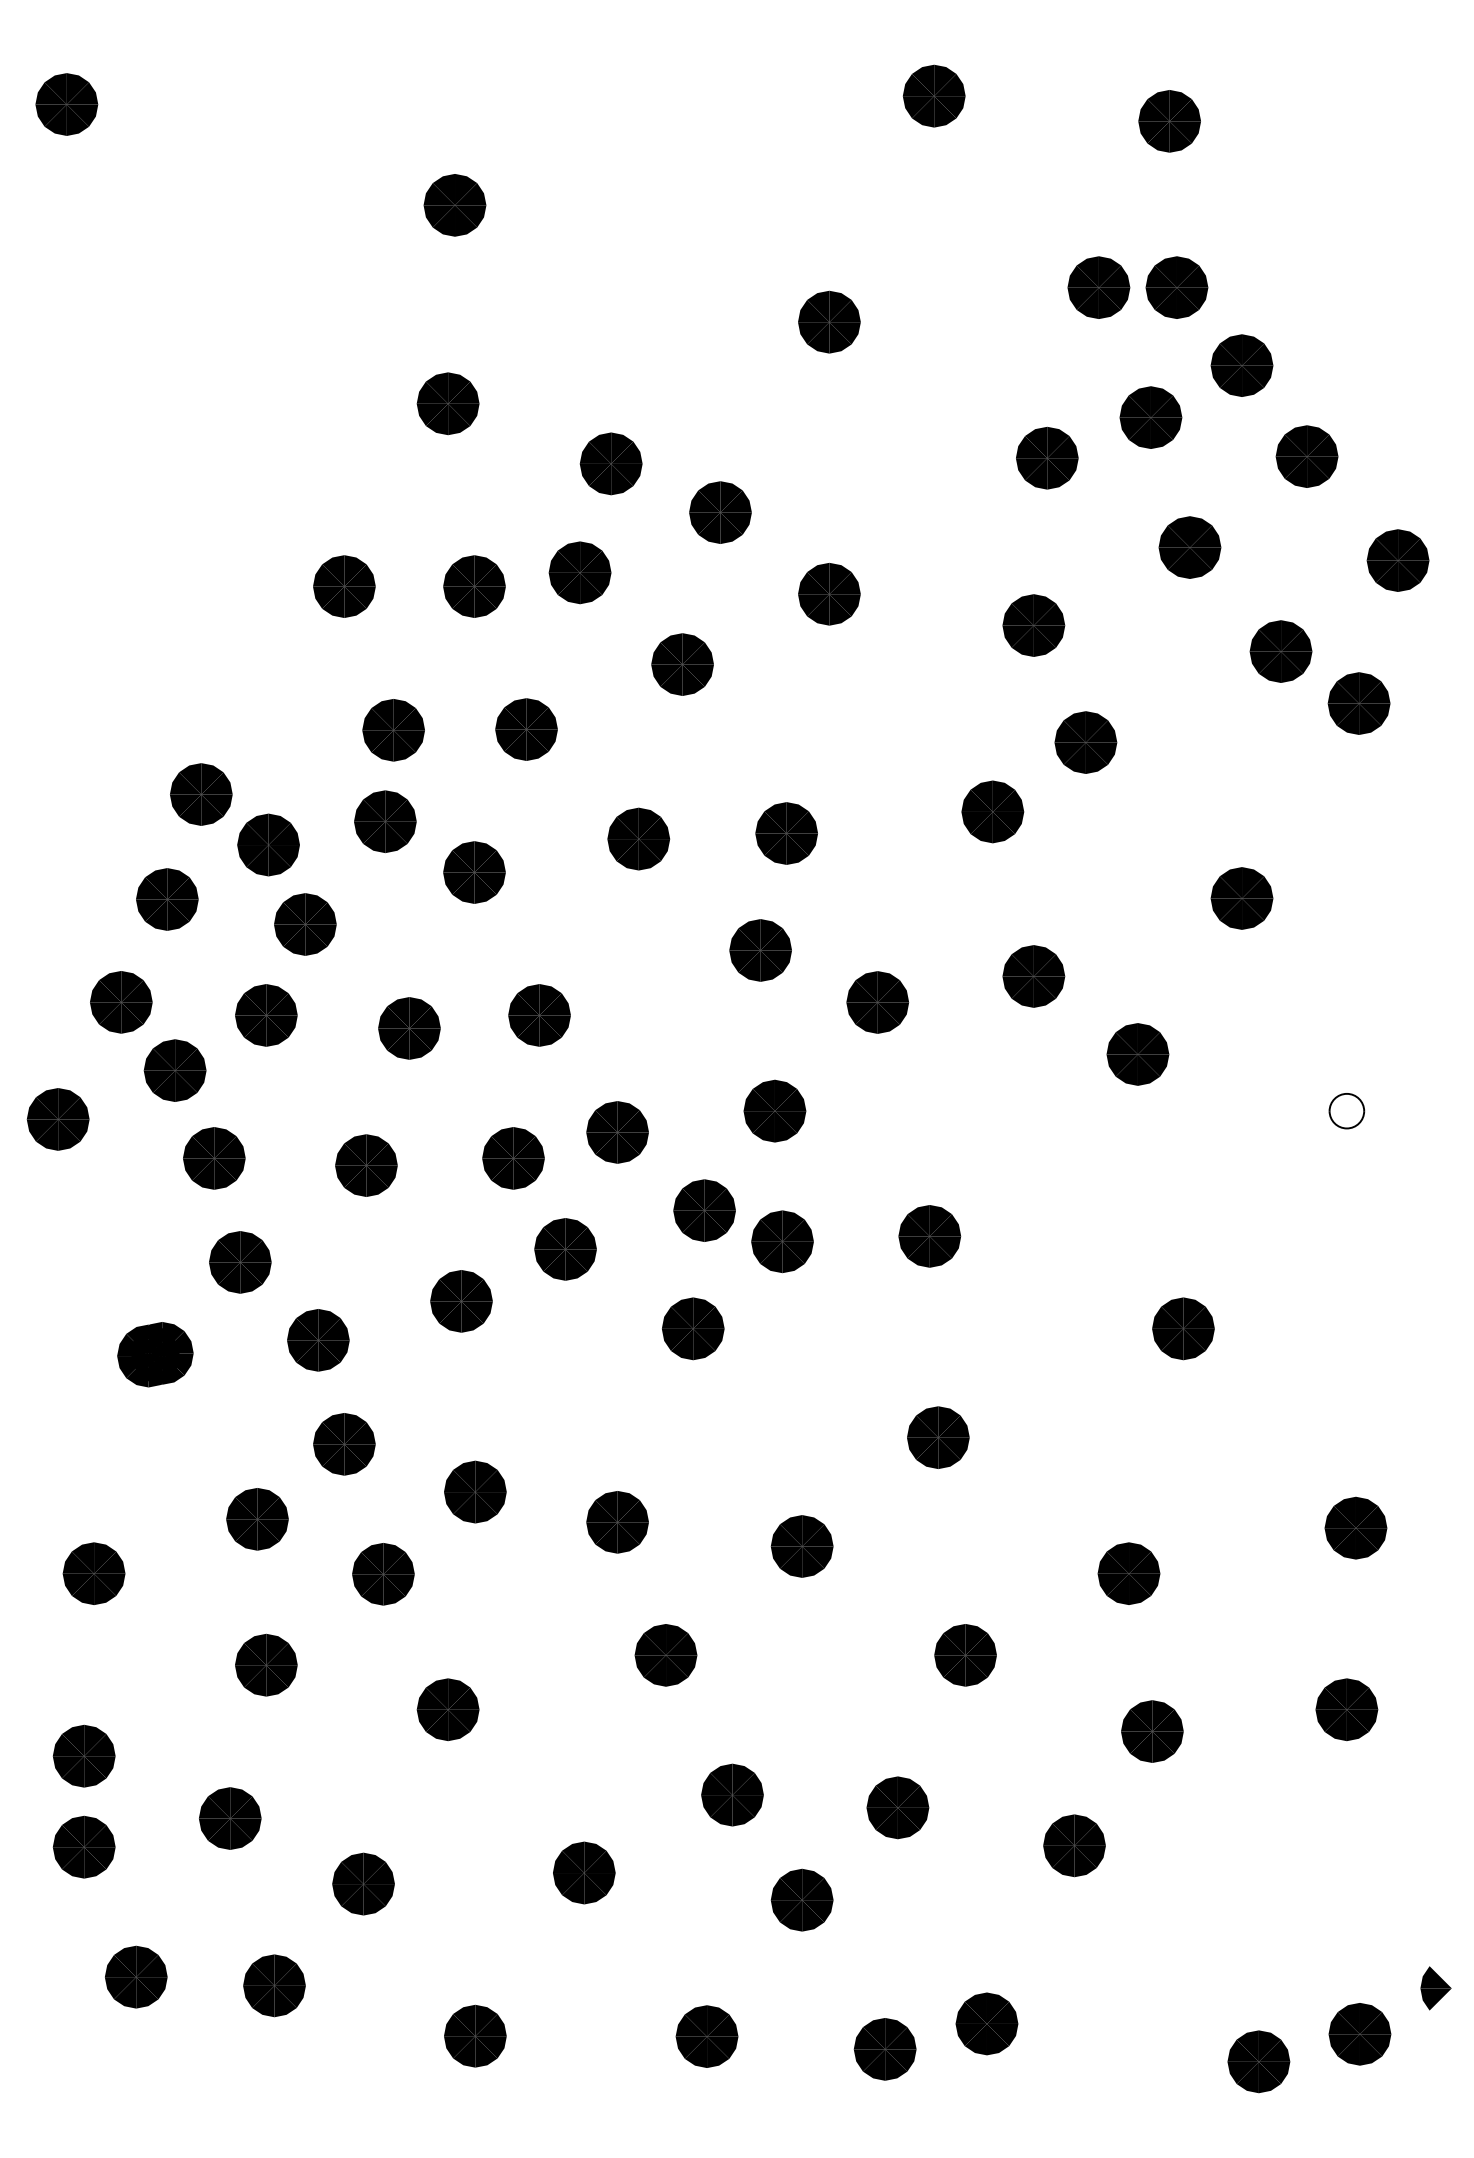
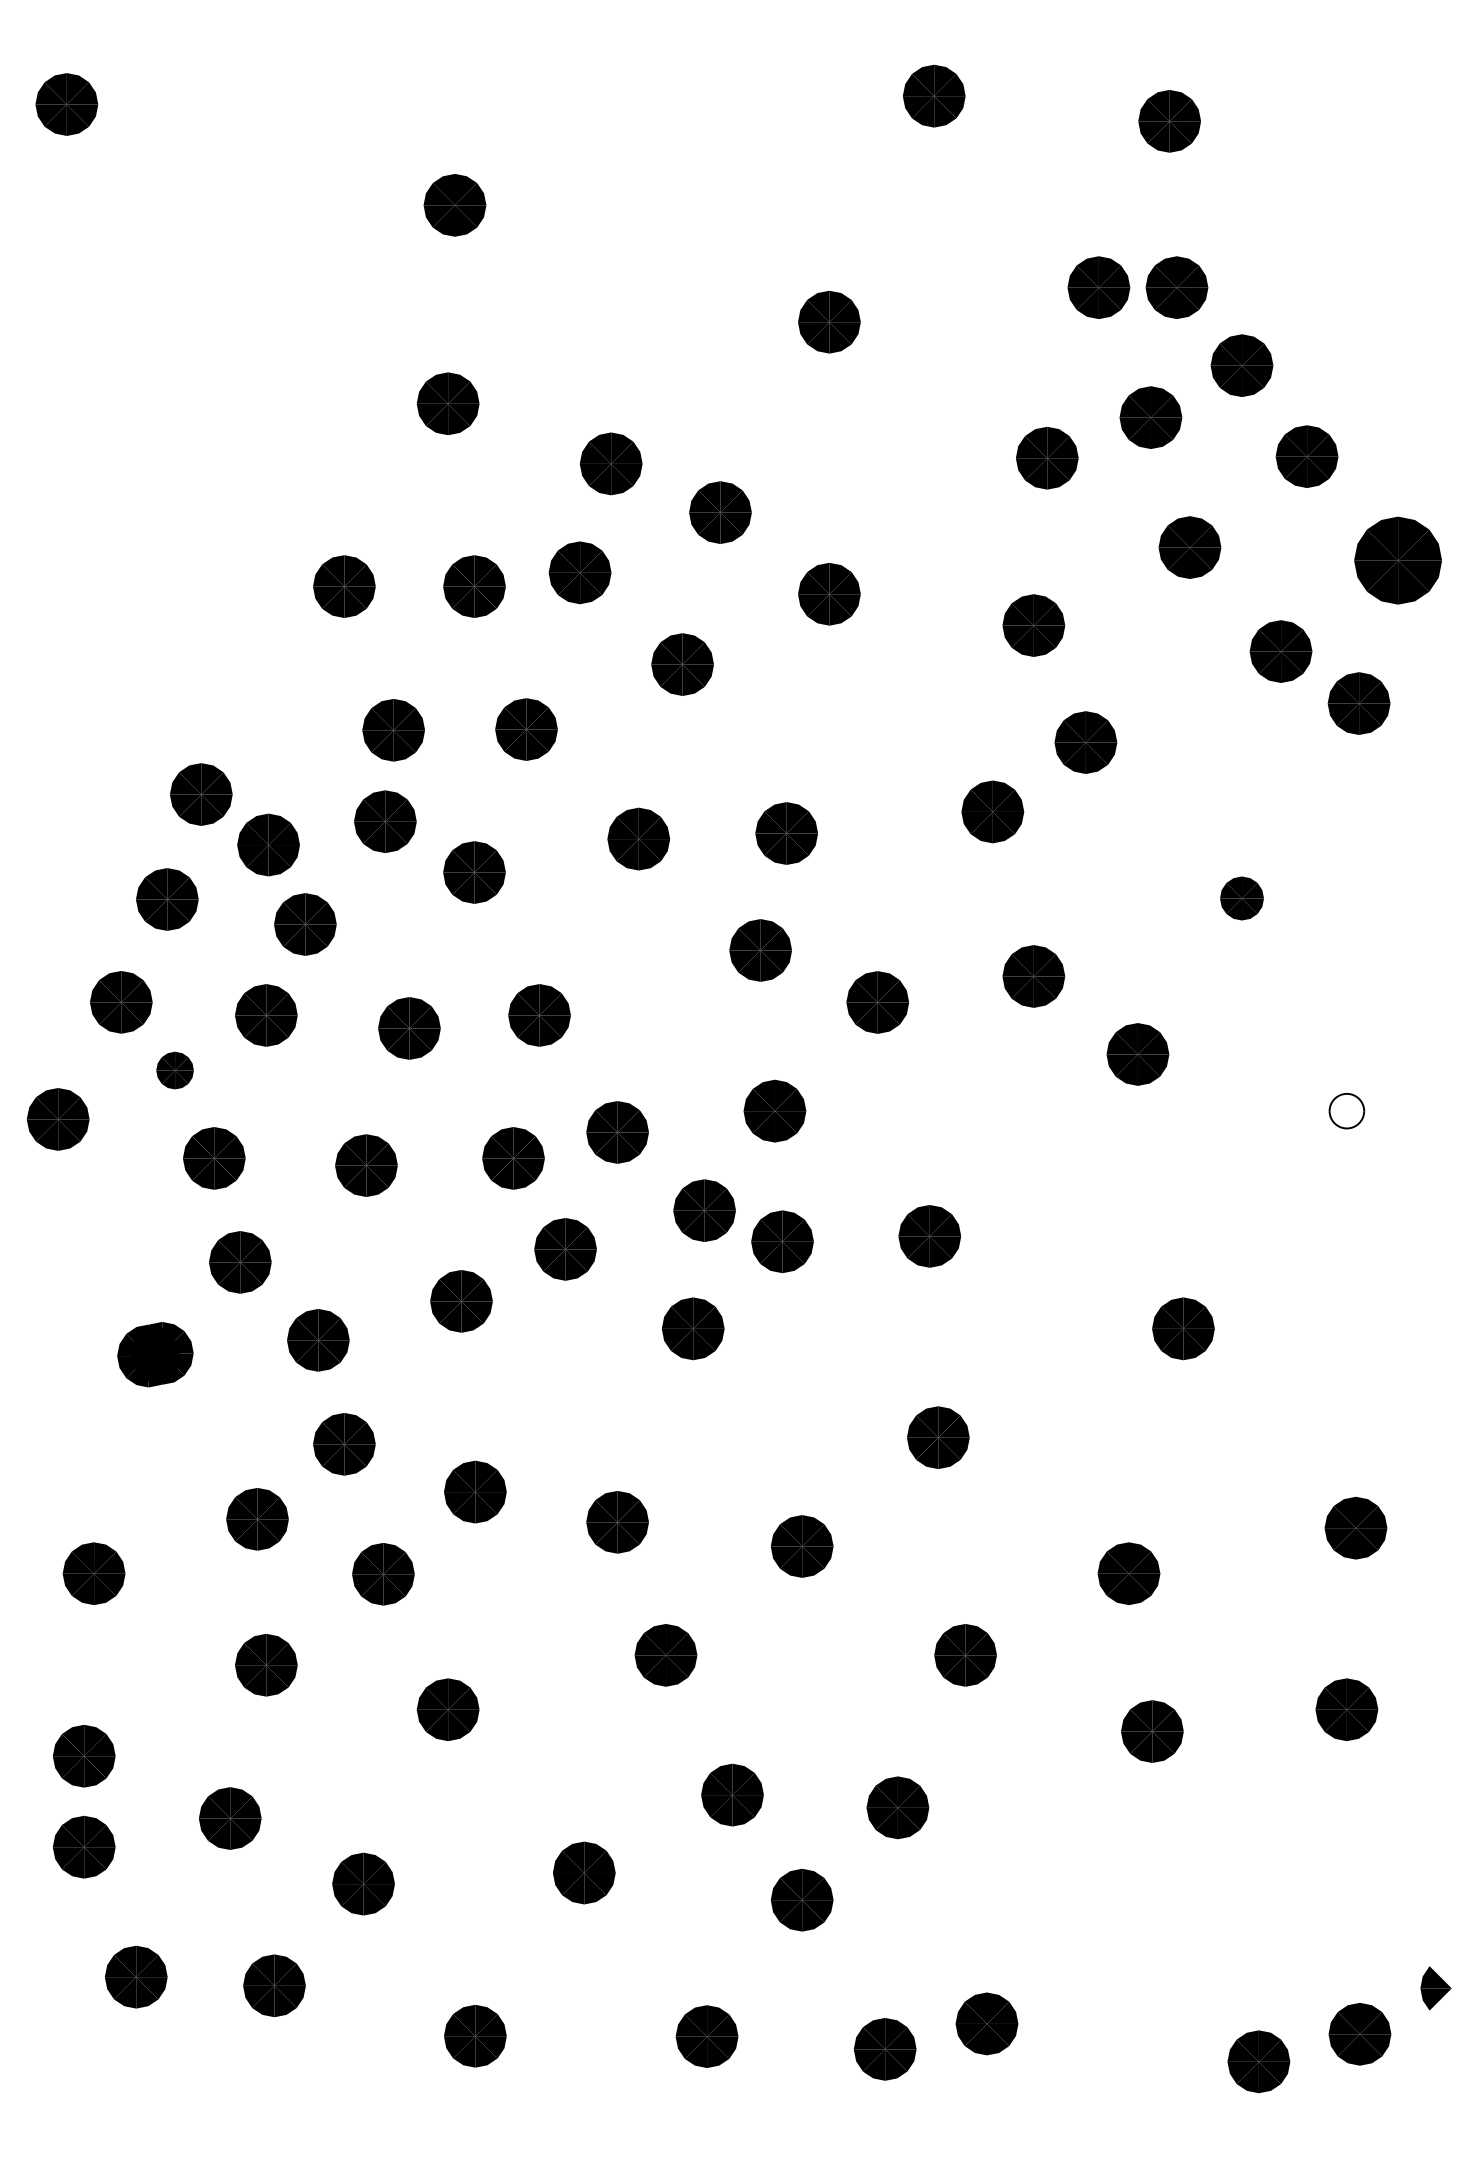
part at (1397, 560) size: 64x63 px -> 88x89 px
part at (1241, 898) size: 64x63 px -> 44x45 px
part at (174, 1070) size: 64x63 px -> 38x39 px
part at (1074, 1845): present -> none
